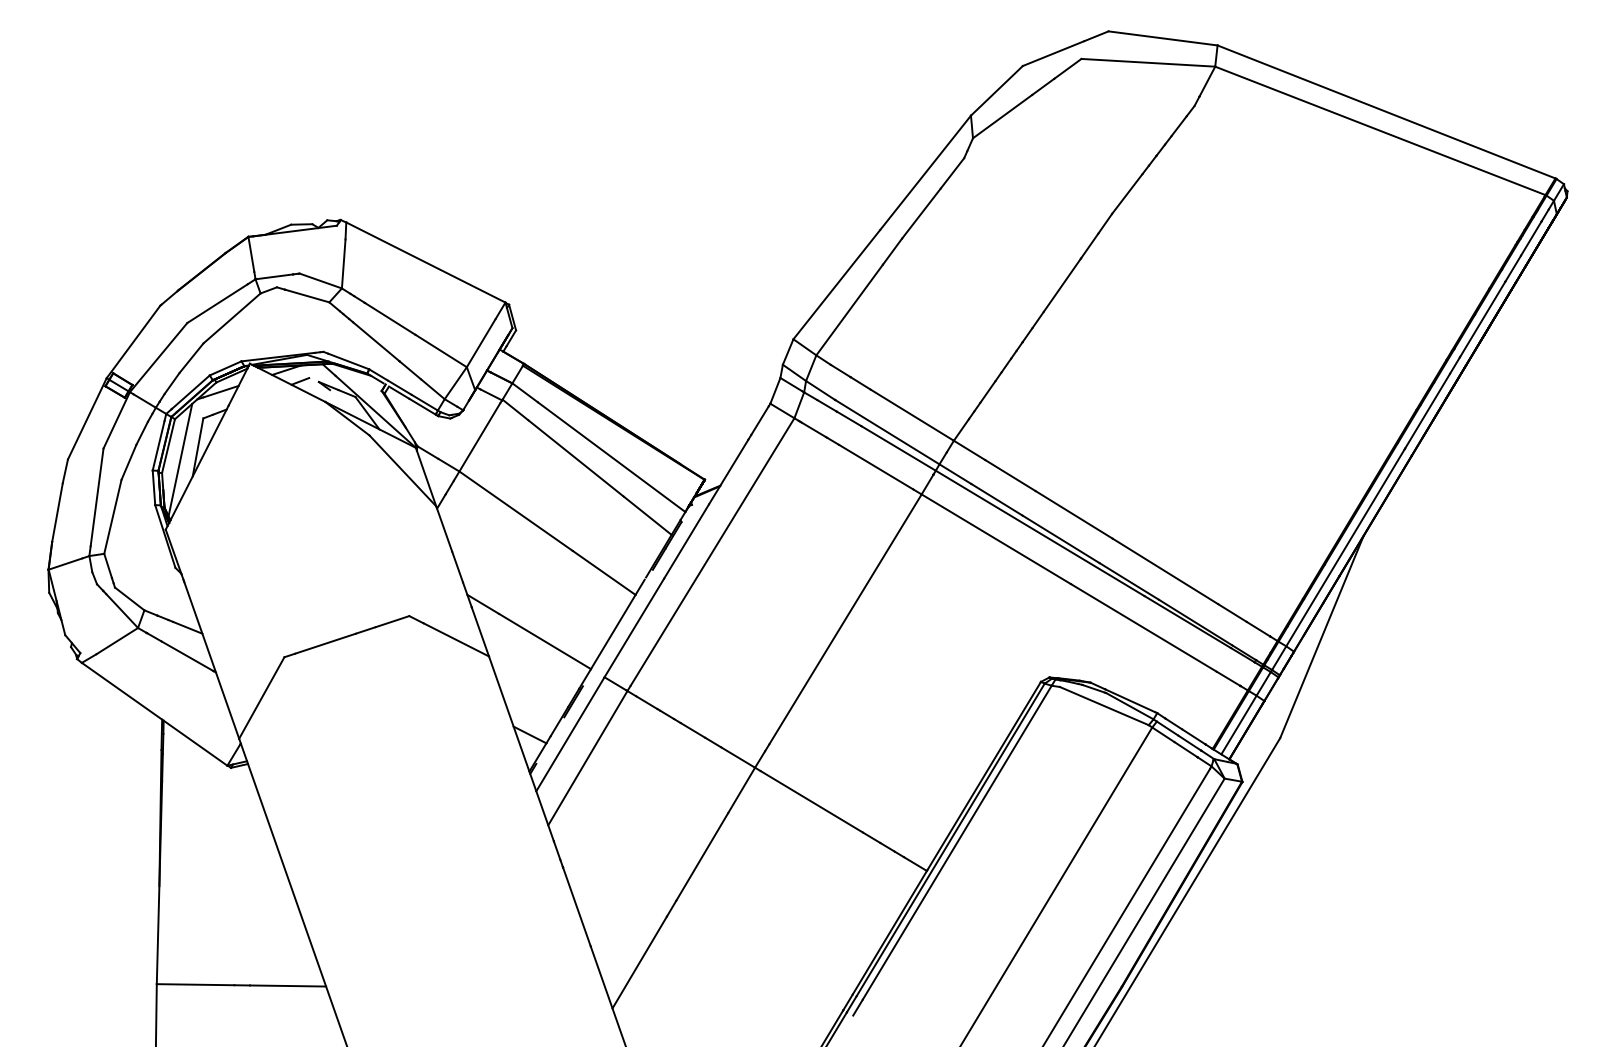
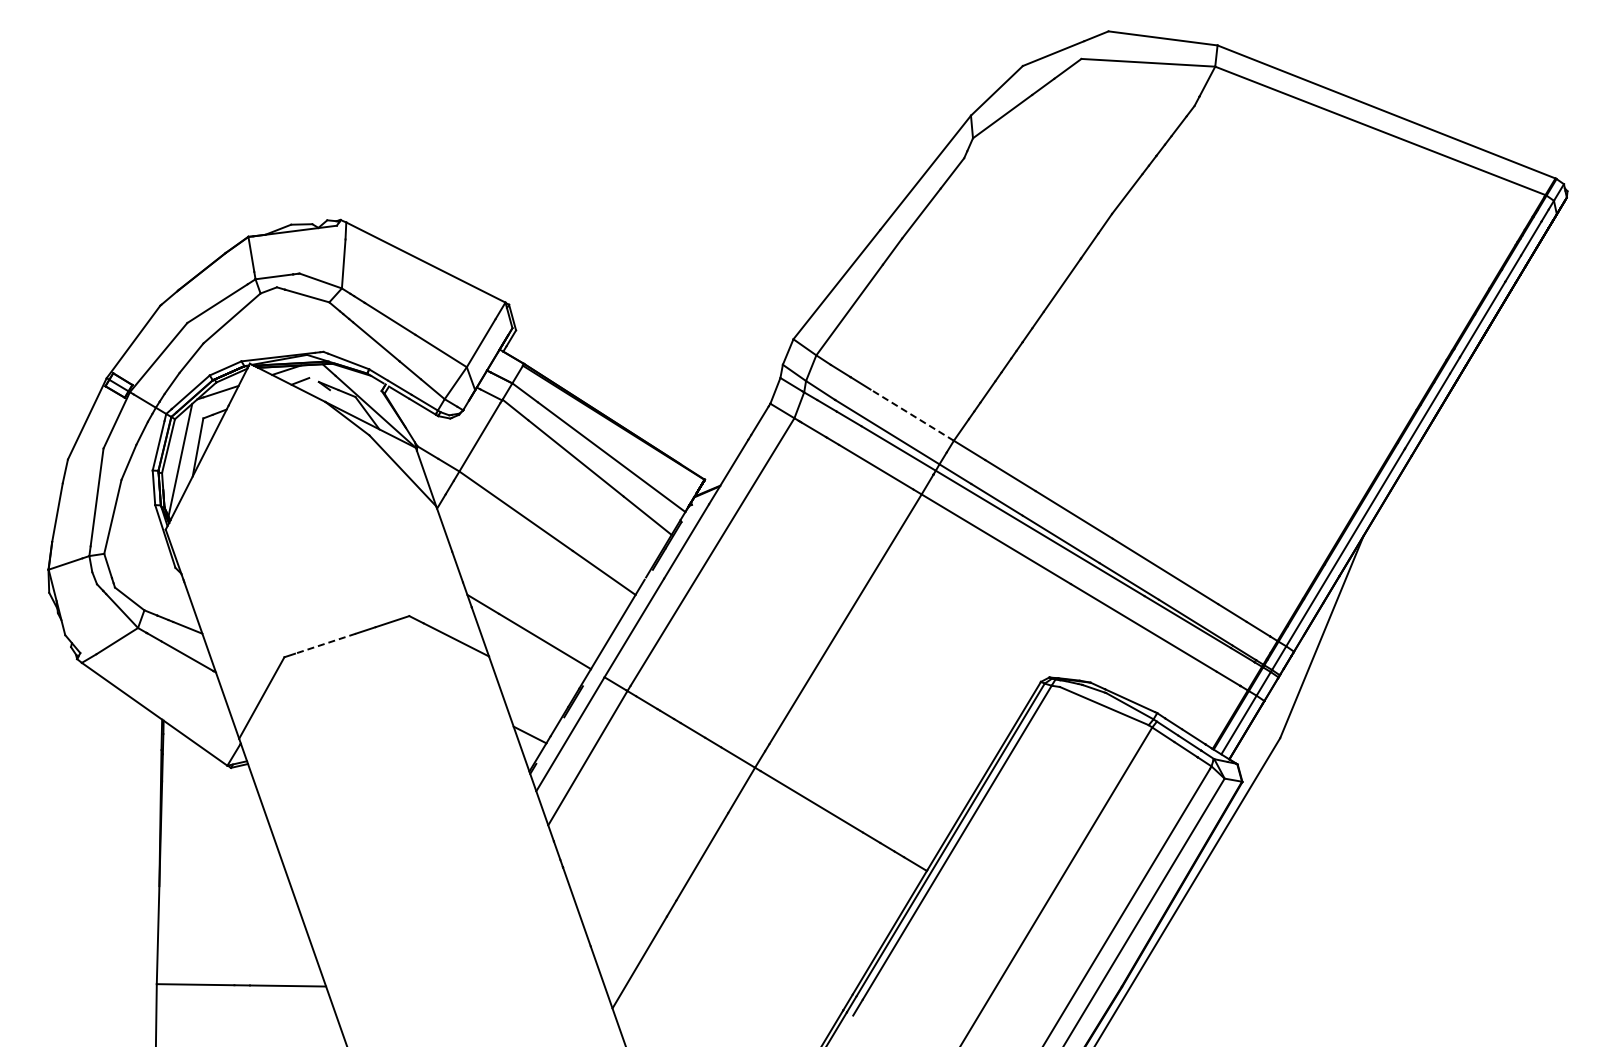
line at (912, 415): solid -> dashed
line at (325, 643): solid -> dashed
